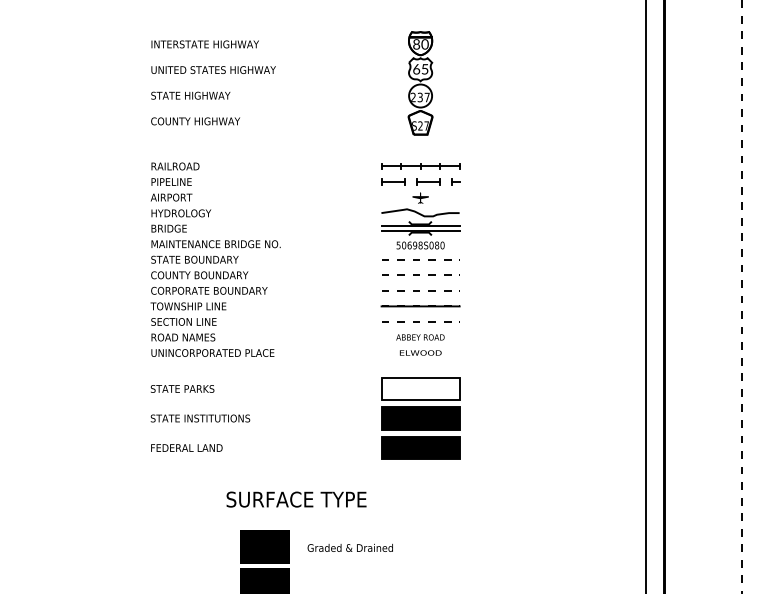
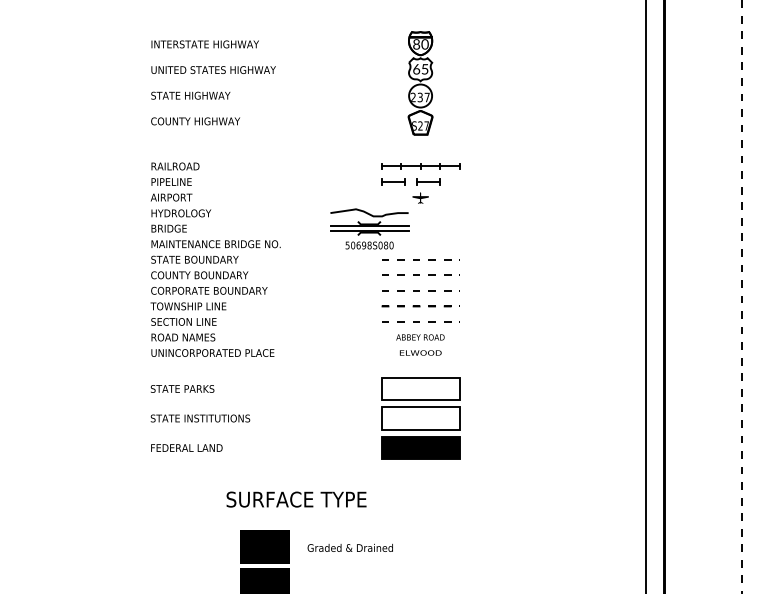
part at (455, 181): present -> none
part at (420, 228) position: (420, 228) -> (369, 228)
line at (421, 306): solid -> dashed
fill at (420, 418): present -> none
